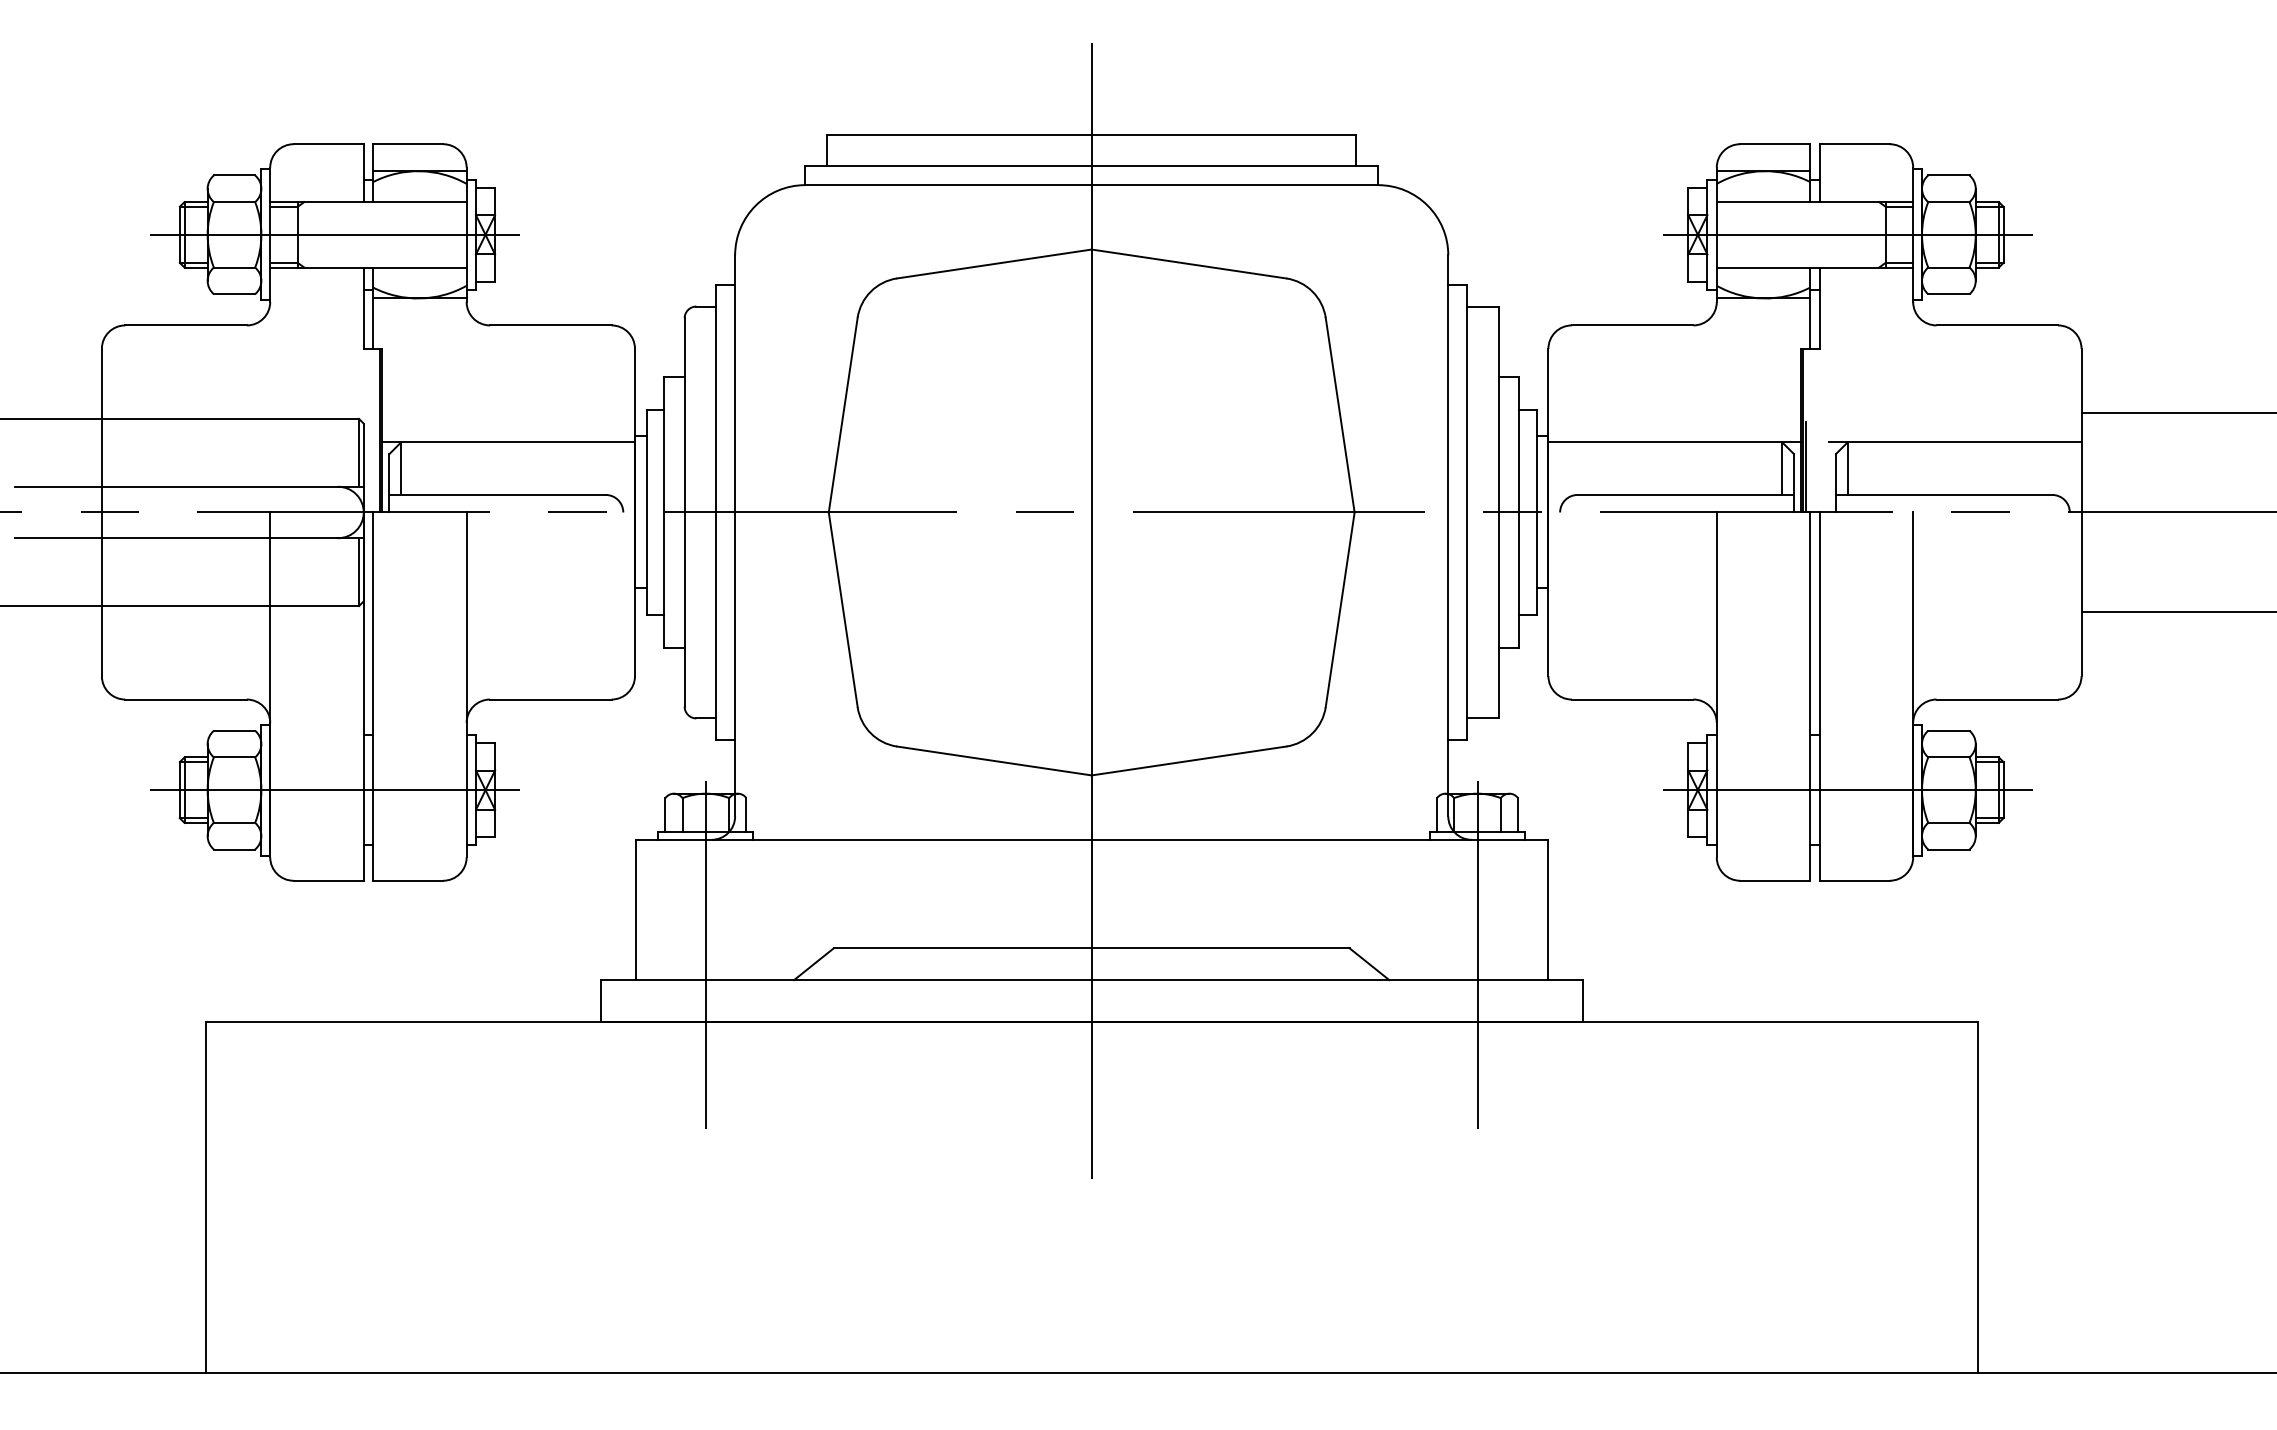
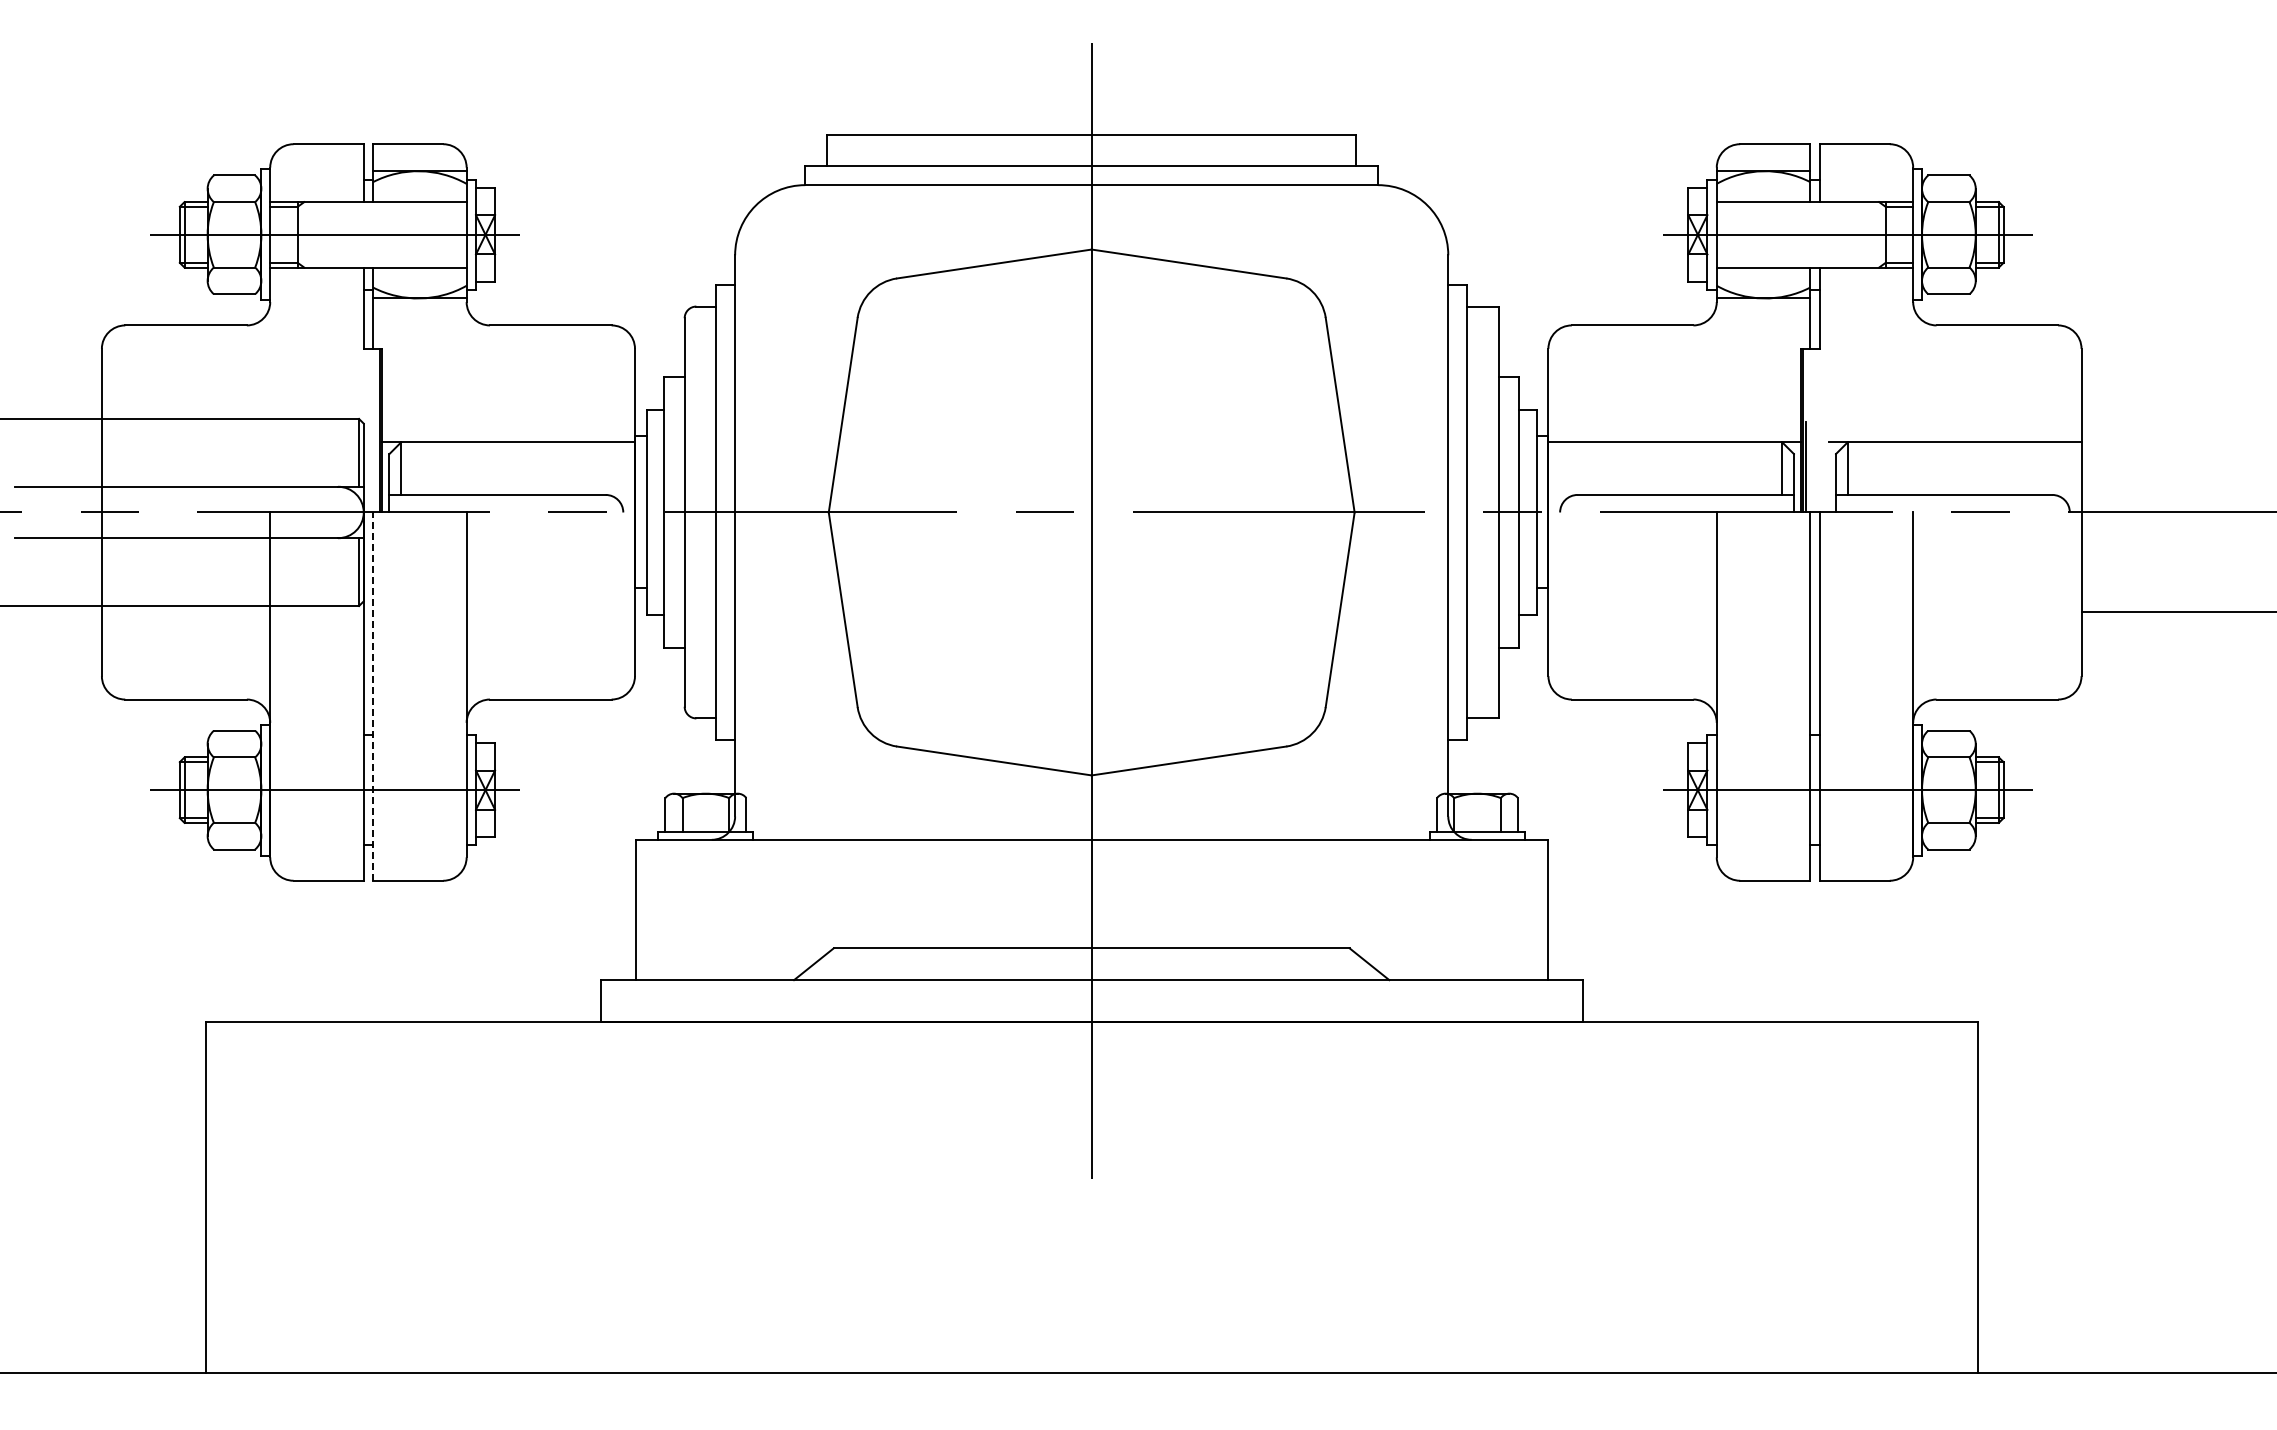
line at (2177, 413): present -> none
line at (373, 696): solid -> dashed
line at (705, 954): present -> none
line at (1477, 954): present -> none
